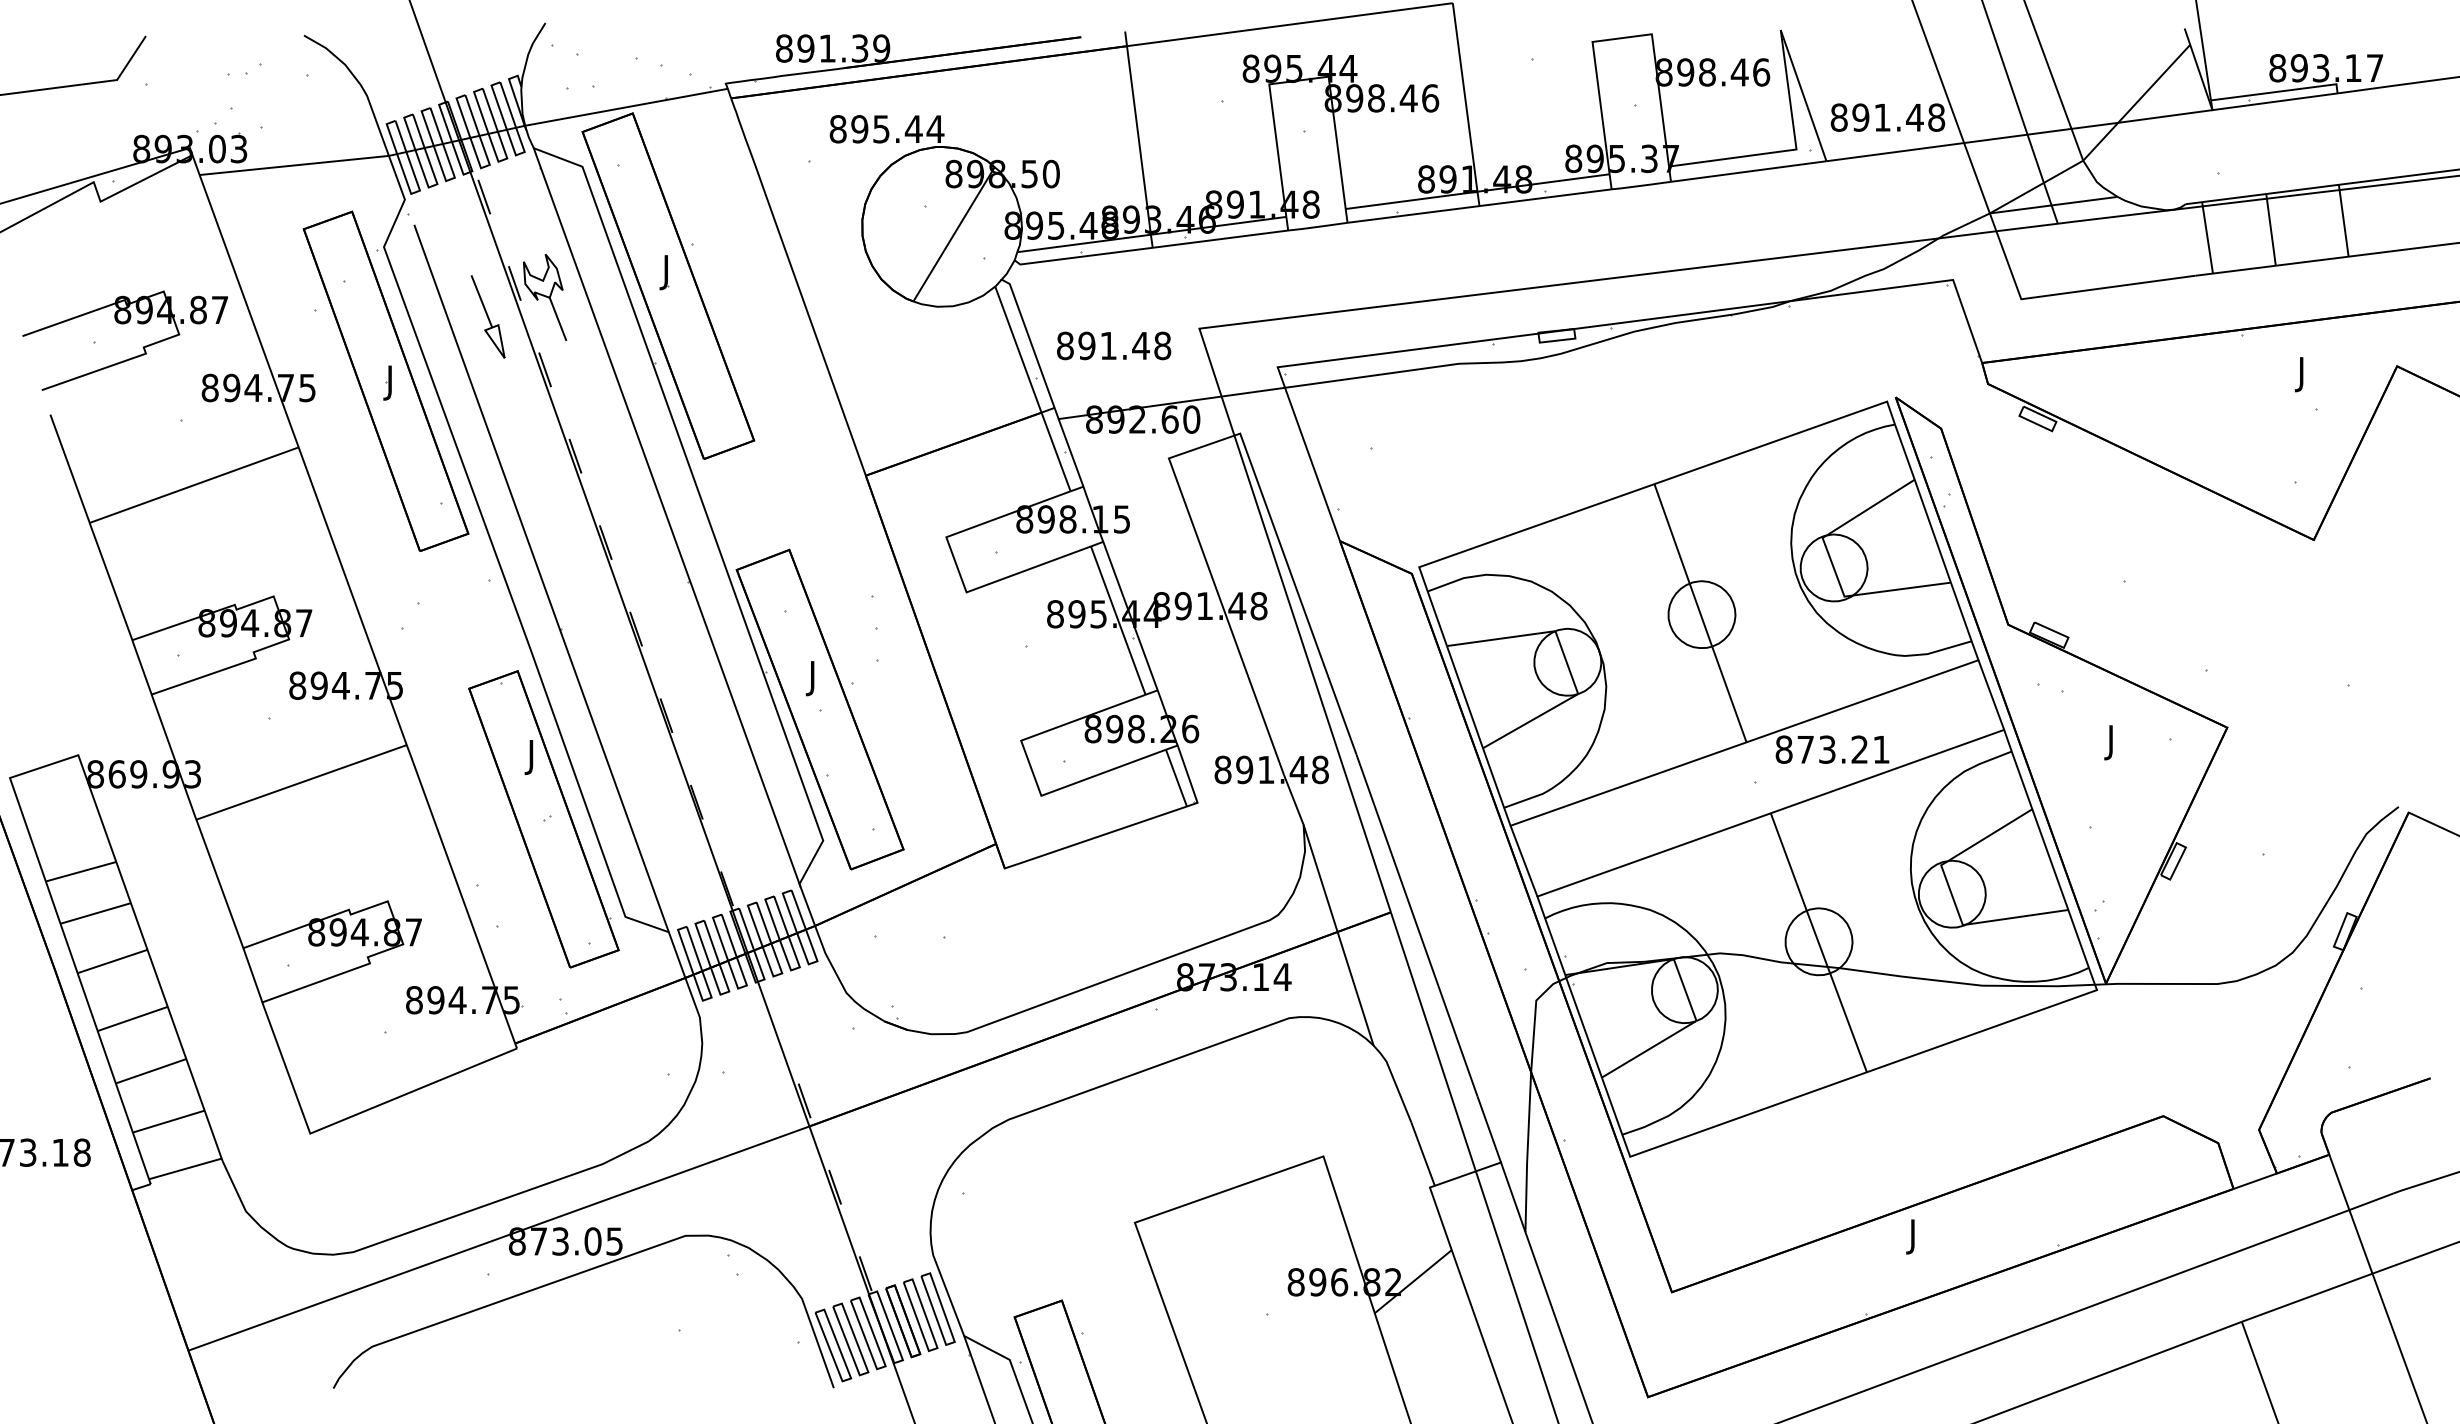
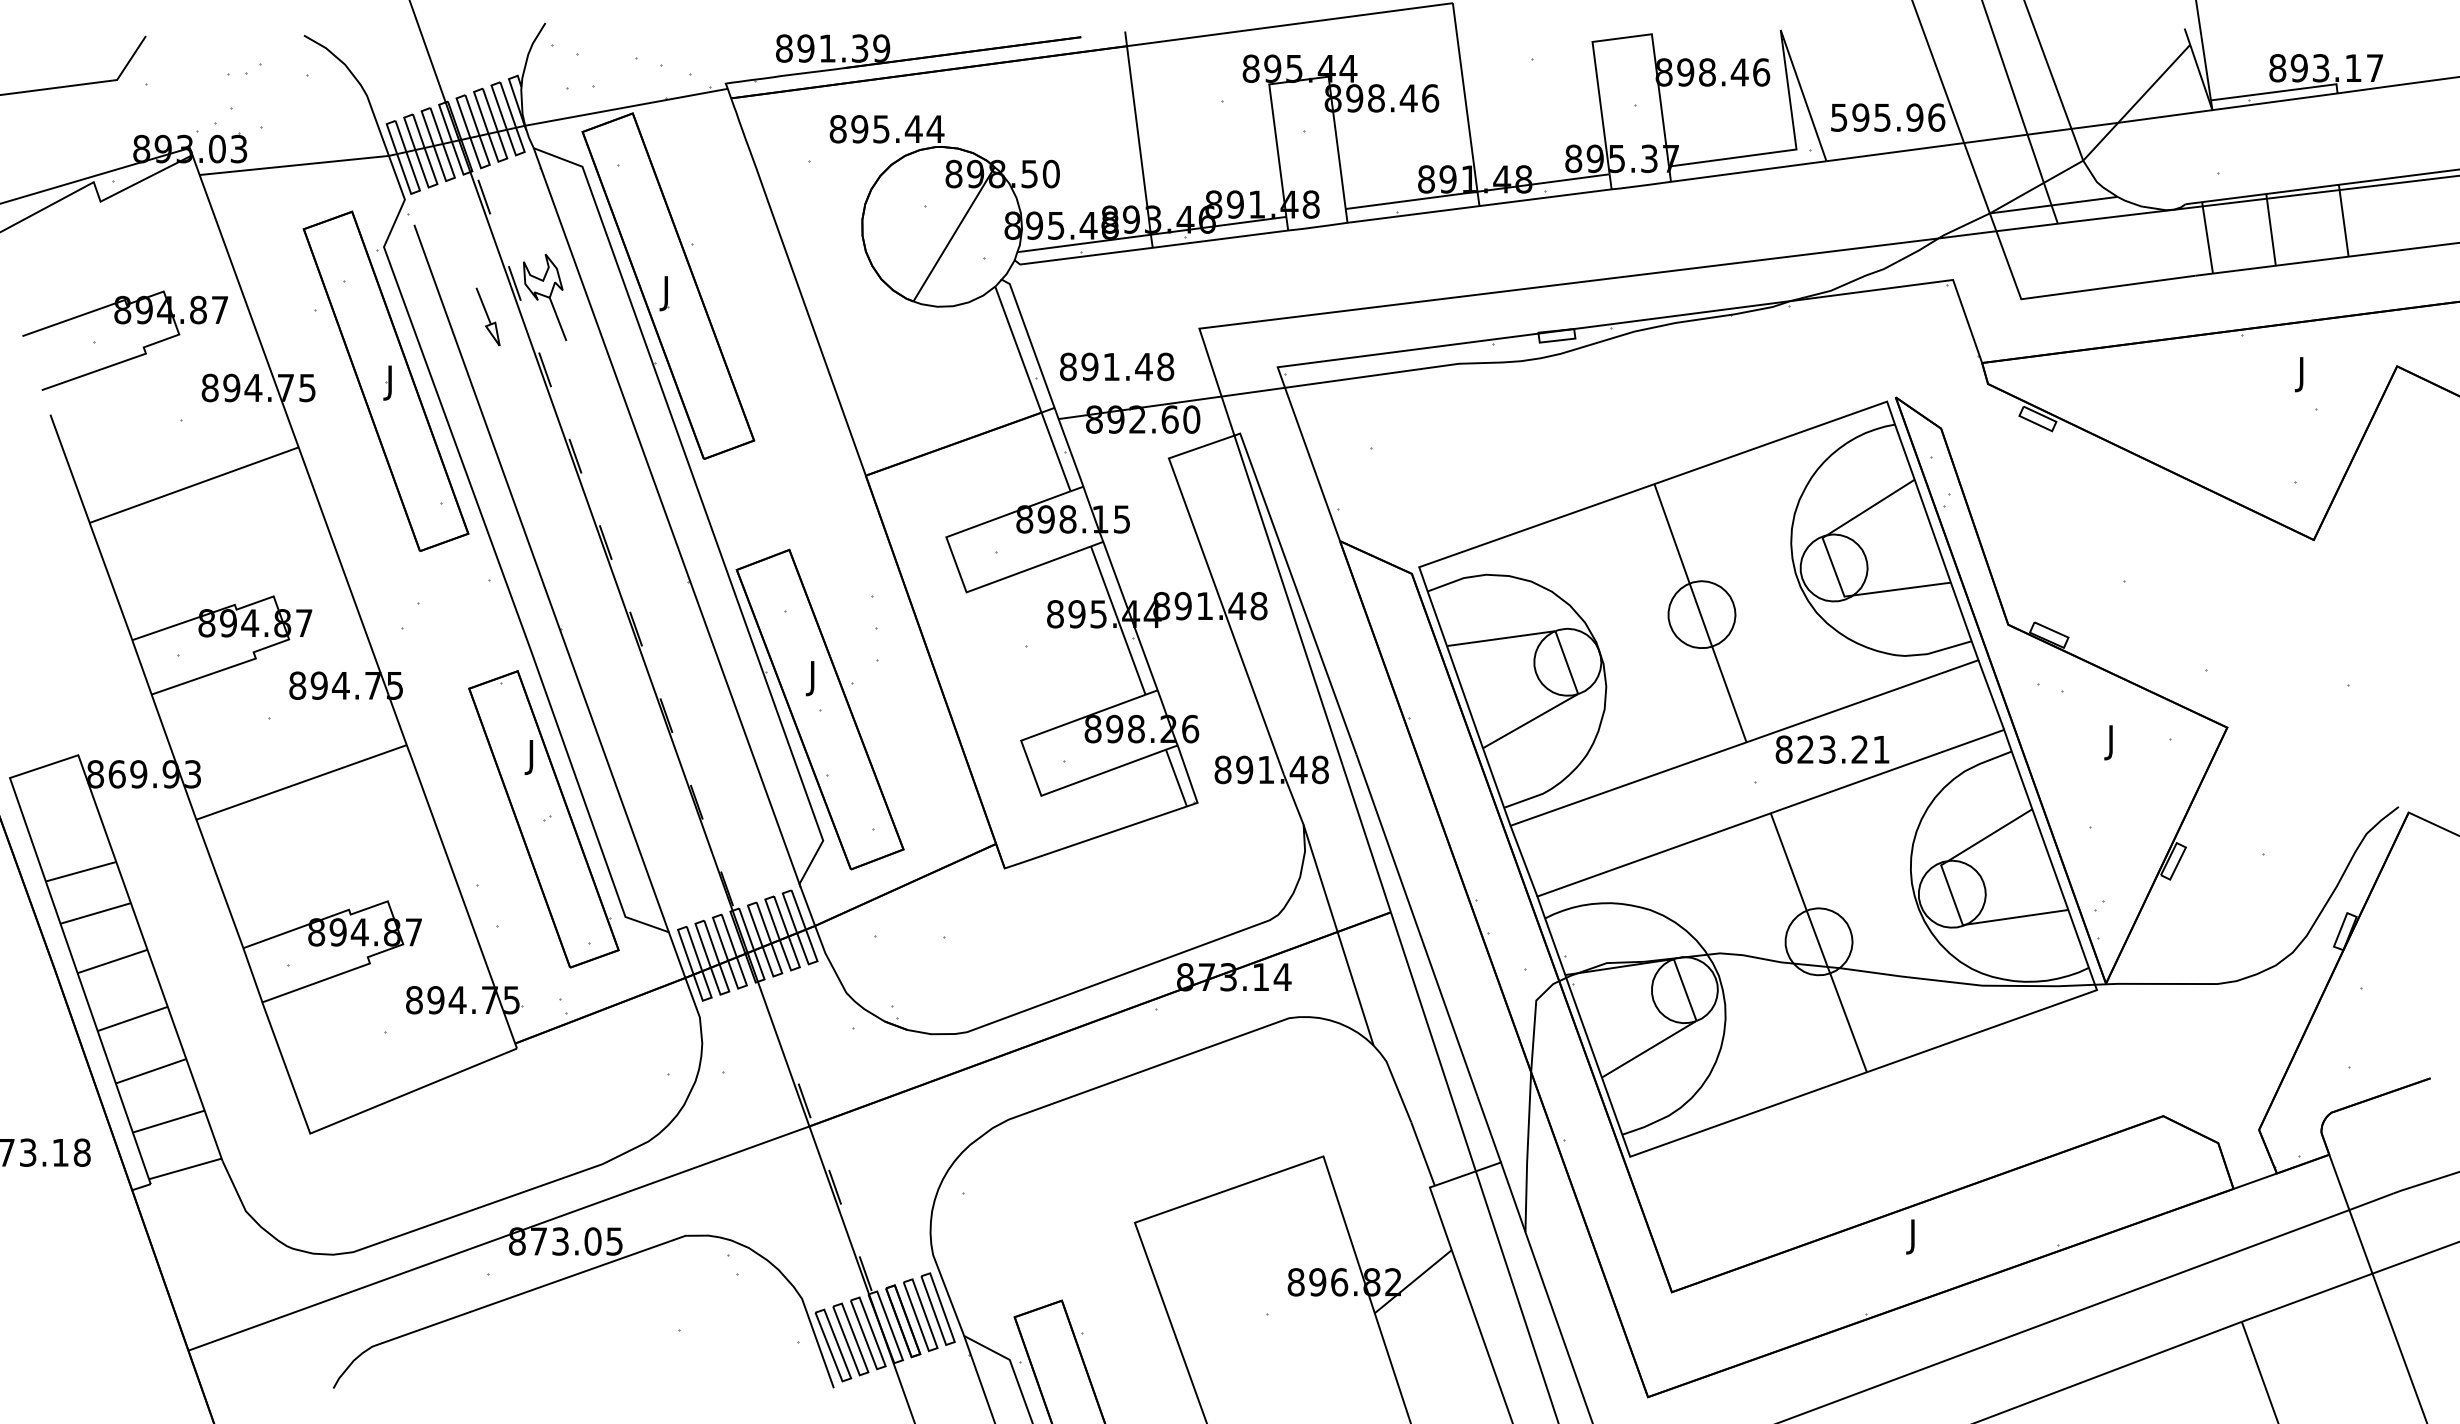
text at (1887, 117): 891.48 -> 595.96
part at (664, 272) position: (664, 272) -> (664, 293)
part at (487, 316) size: 36x84 px -> 26x59 px
text at (1114, 345) position: (1114, 345) -> (1117, 366)
text at (1805, 749): 873.21 -> 823.21
